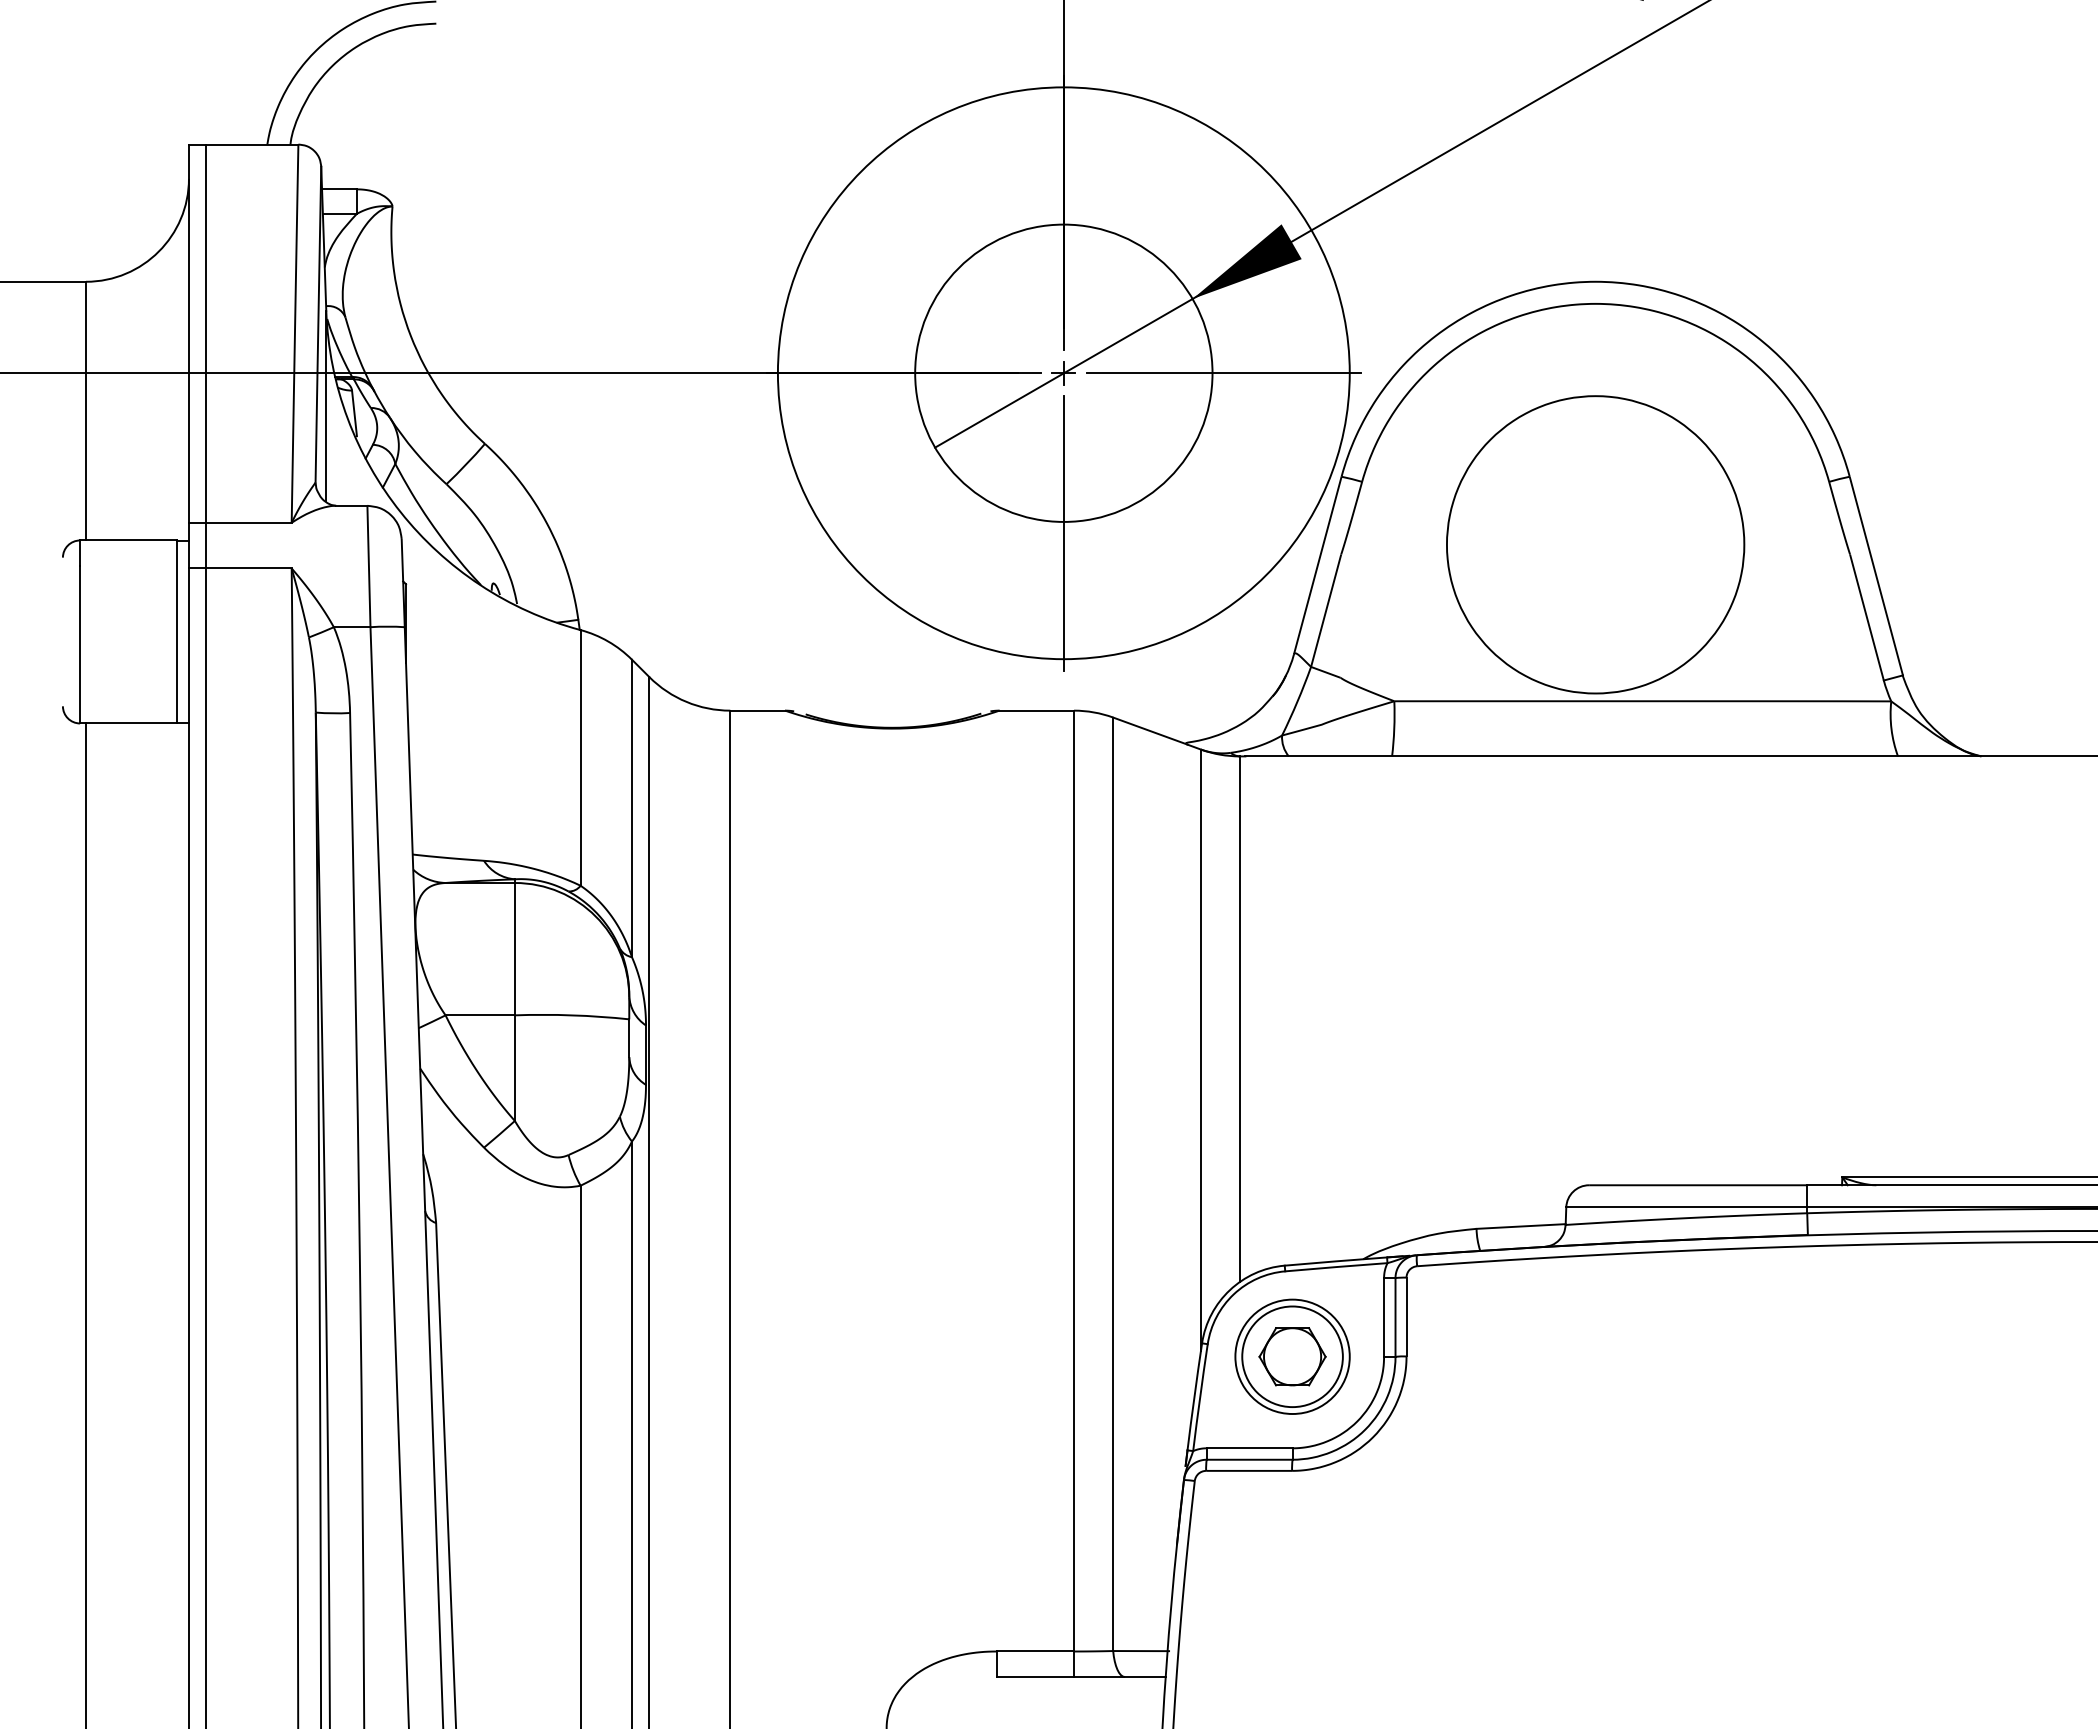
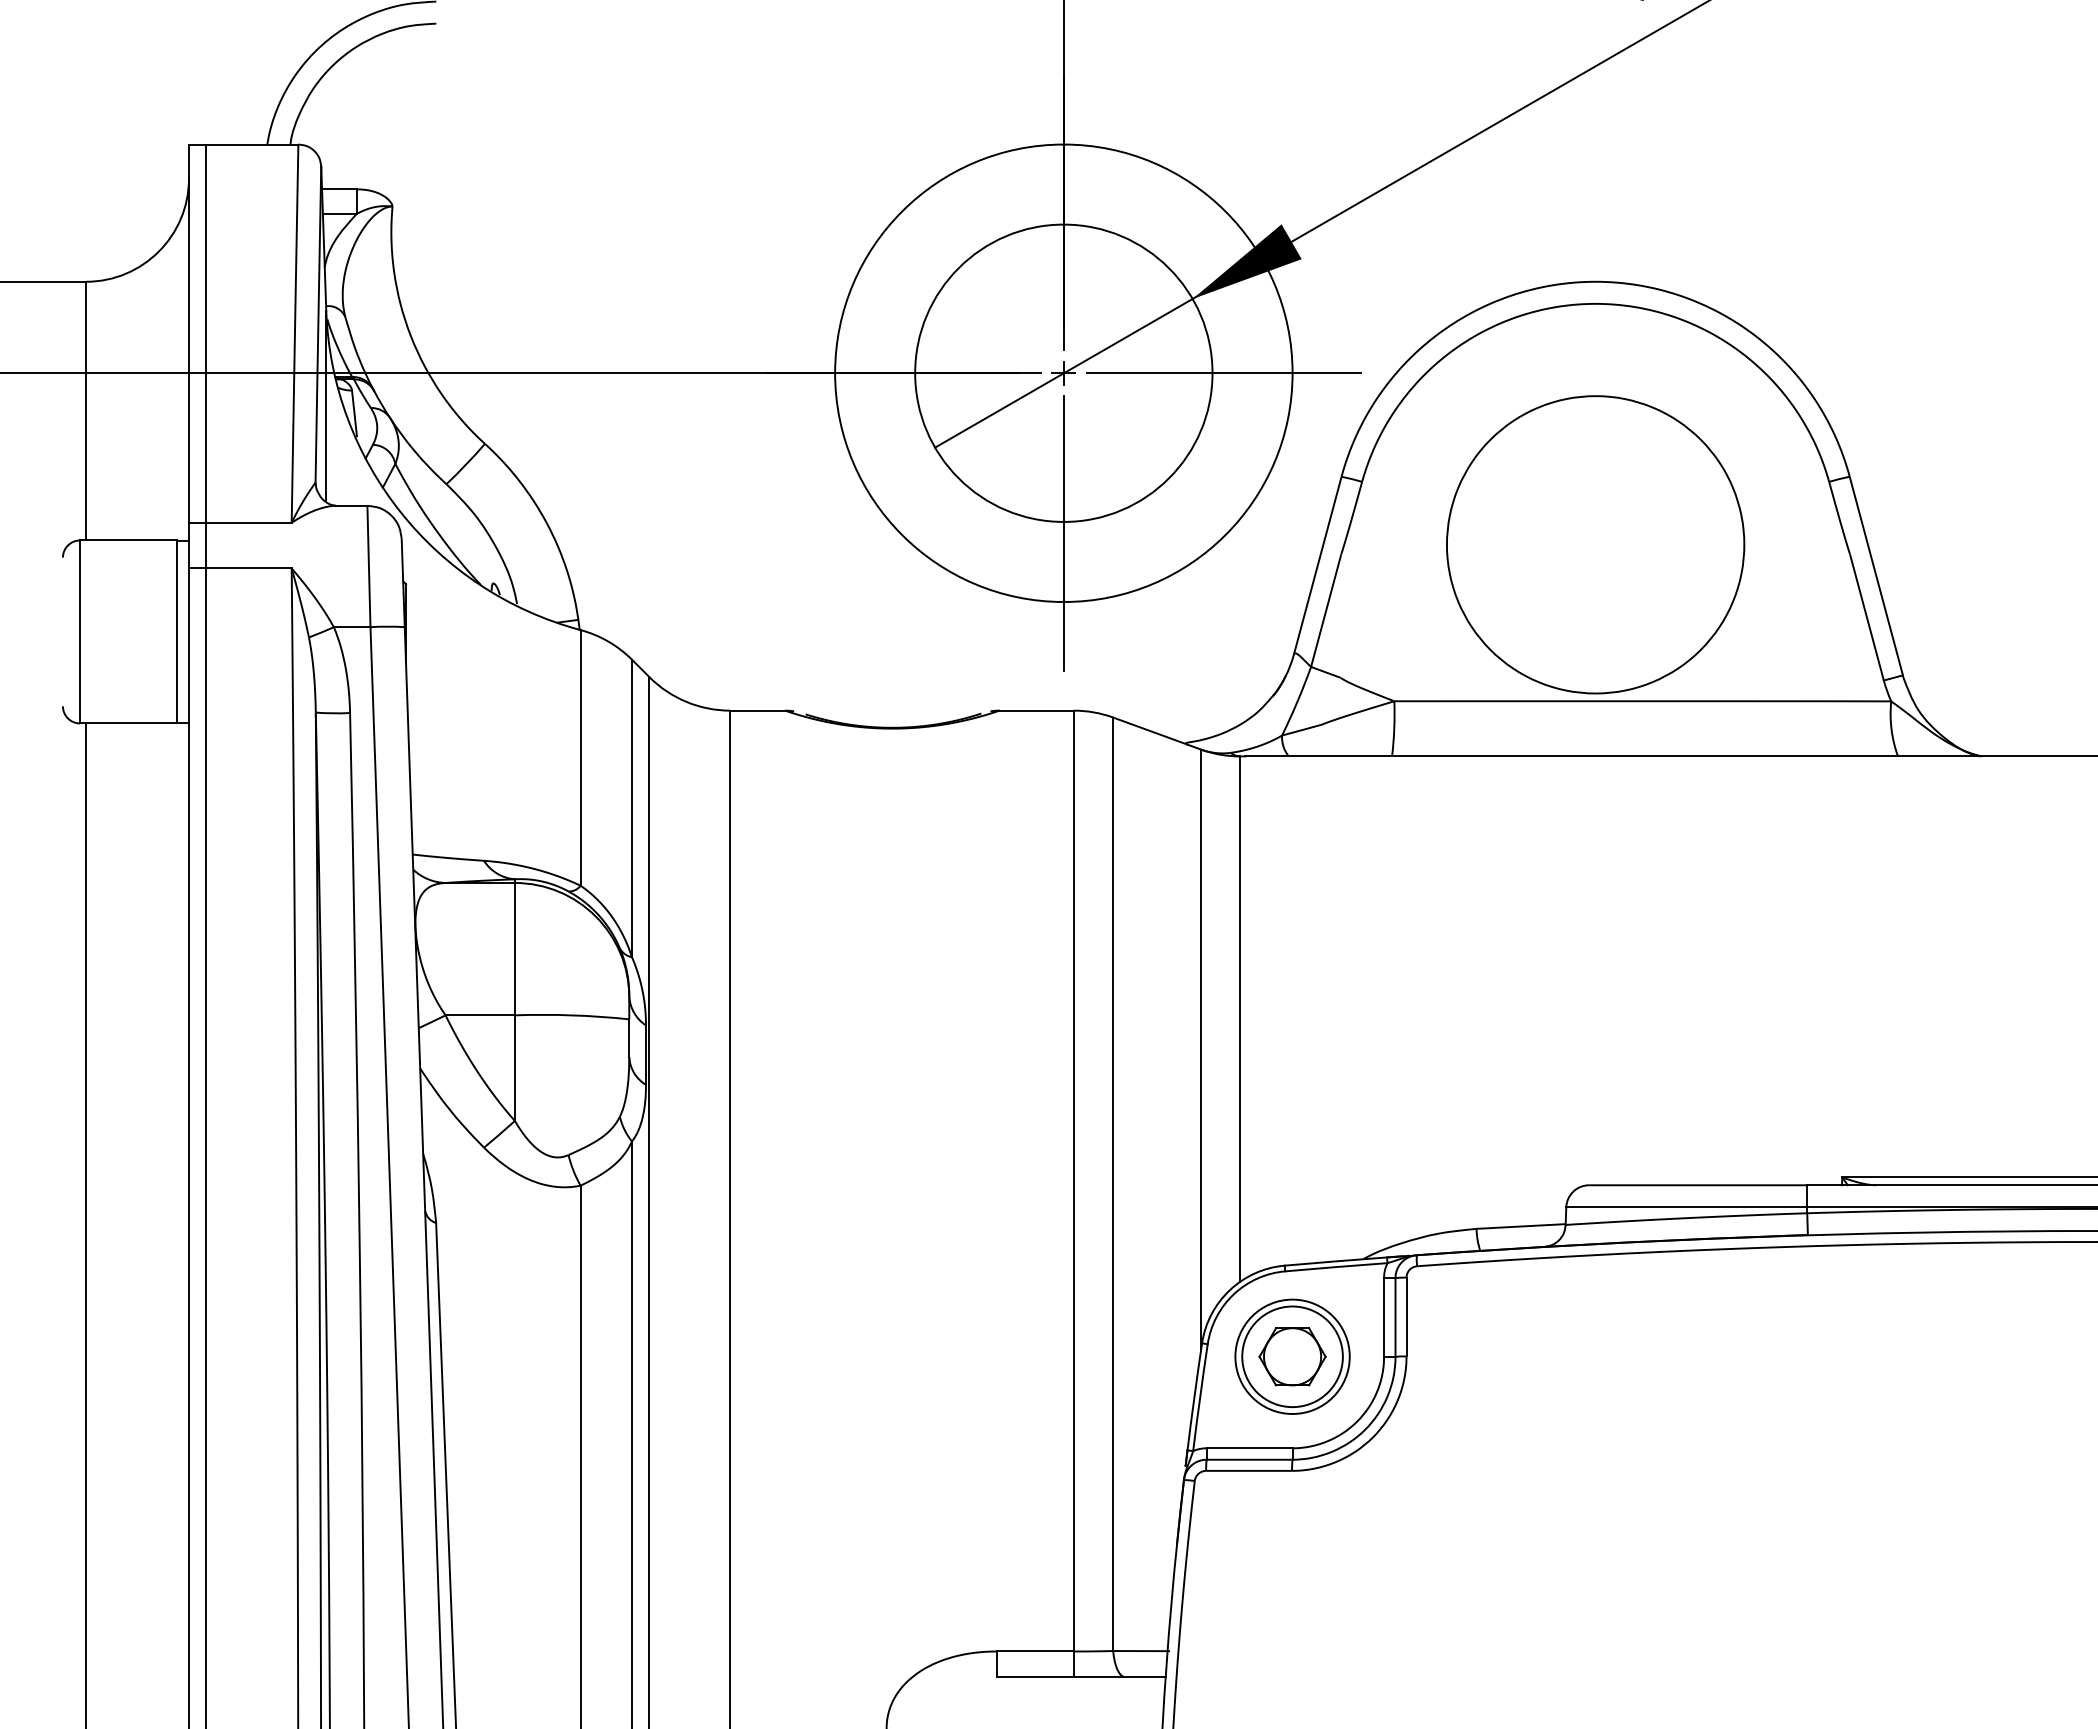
circle at (1063, 373) diameter: 572 px -> 457 px
